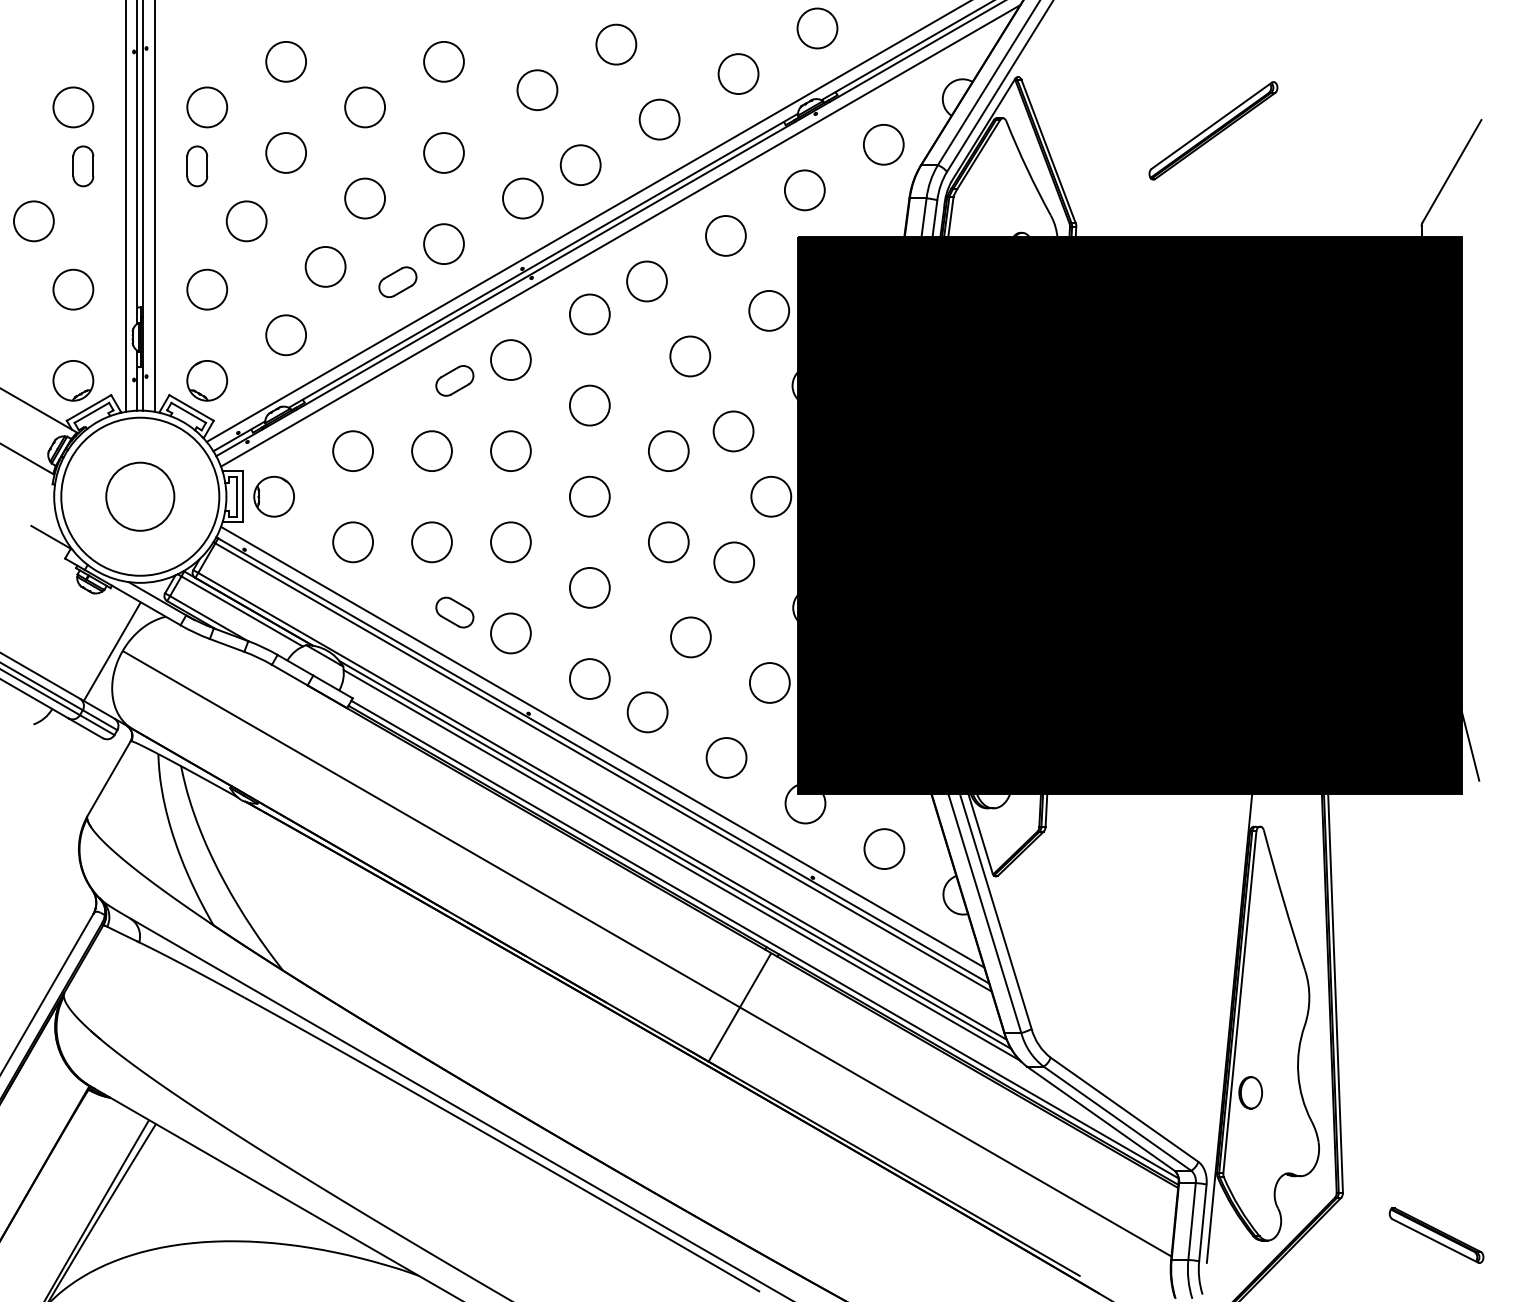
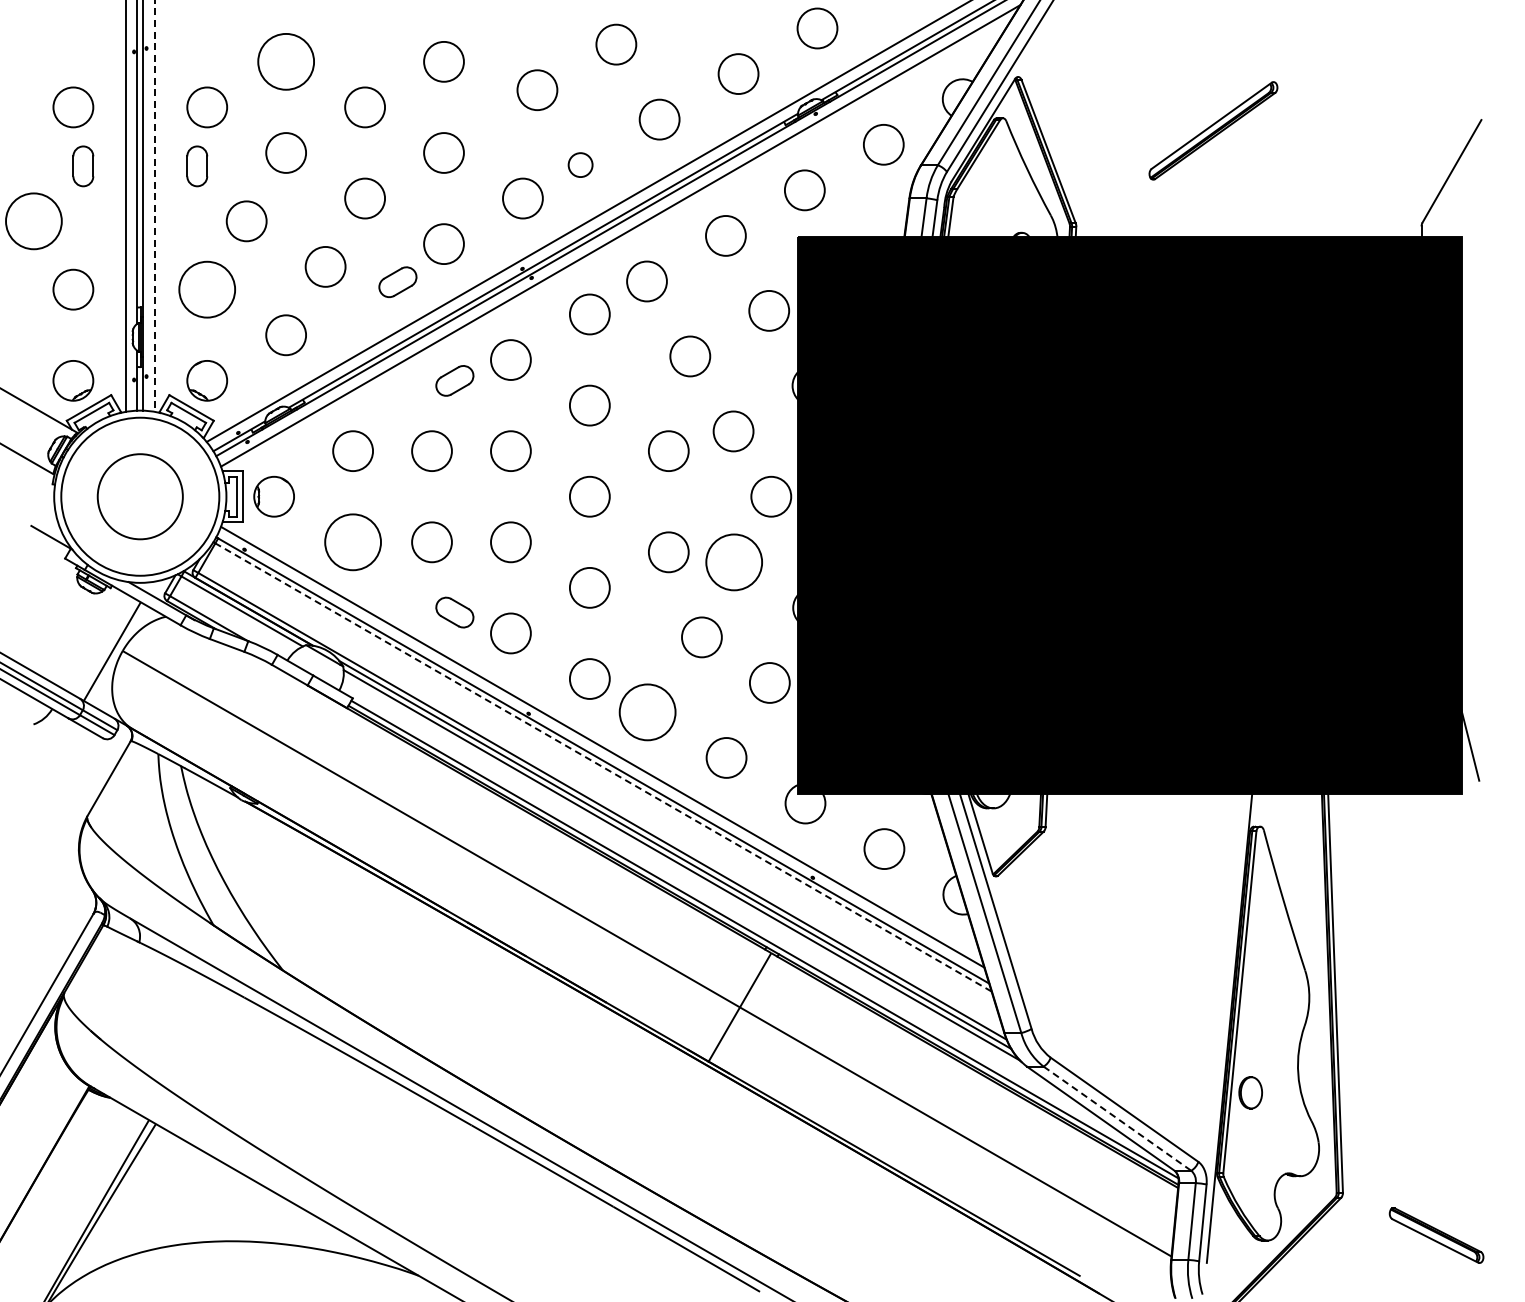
circle at (286, 61) diameter: 40 px -> 56 px
circle at (580, 164) size: 43x42 px -> 27x26 px
line at (154, 206): solid -> dashed
circle at (33, 221) diameter: 40 px -> 56 px
circle at (207, 289) diameter: 40 px -> 56 px
circle at (140, 496) diameter: 68 px -> 85 px
circle at (353, 542) diameter: 40 px -> 56 px
circle at (668, 542) position: (668, 542) -> (668, 552)
circle at (734, 562) diameter: 40 px -> 56 px
circle at (690, 637) position: (690, 637) -> (701, 637)
circle at (647, 712) diameter: 40 px -> 56 px
line at (603, 767): solid -> dashed
line at (1117, 1118): solid -> dashed
